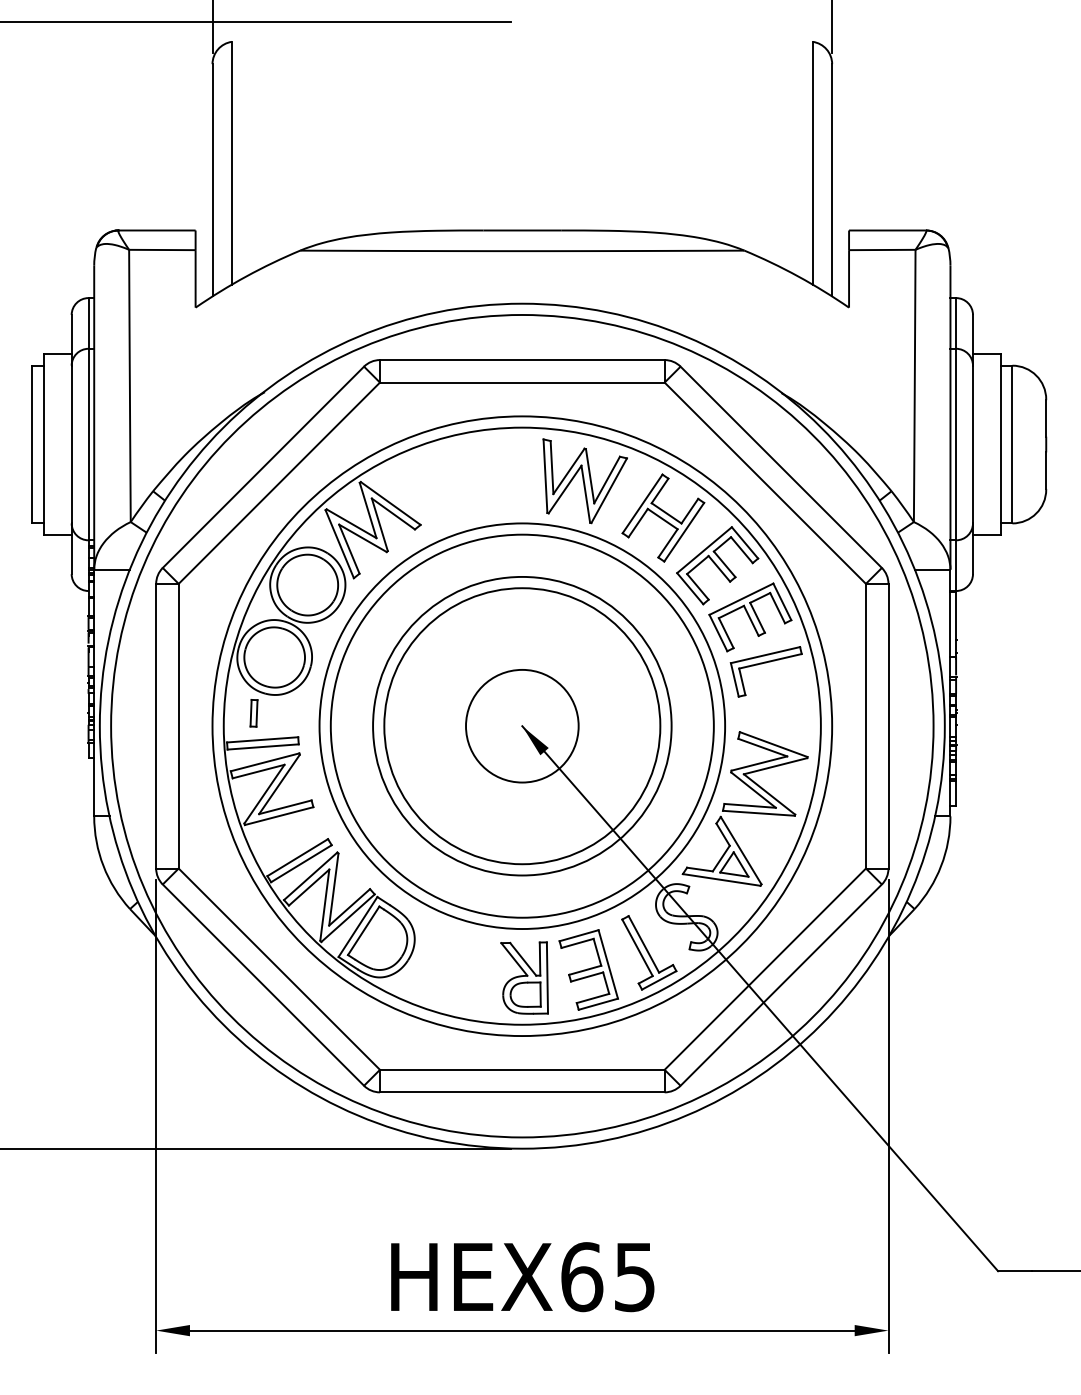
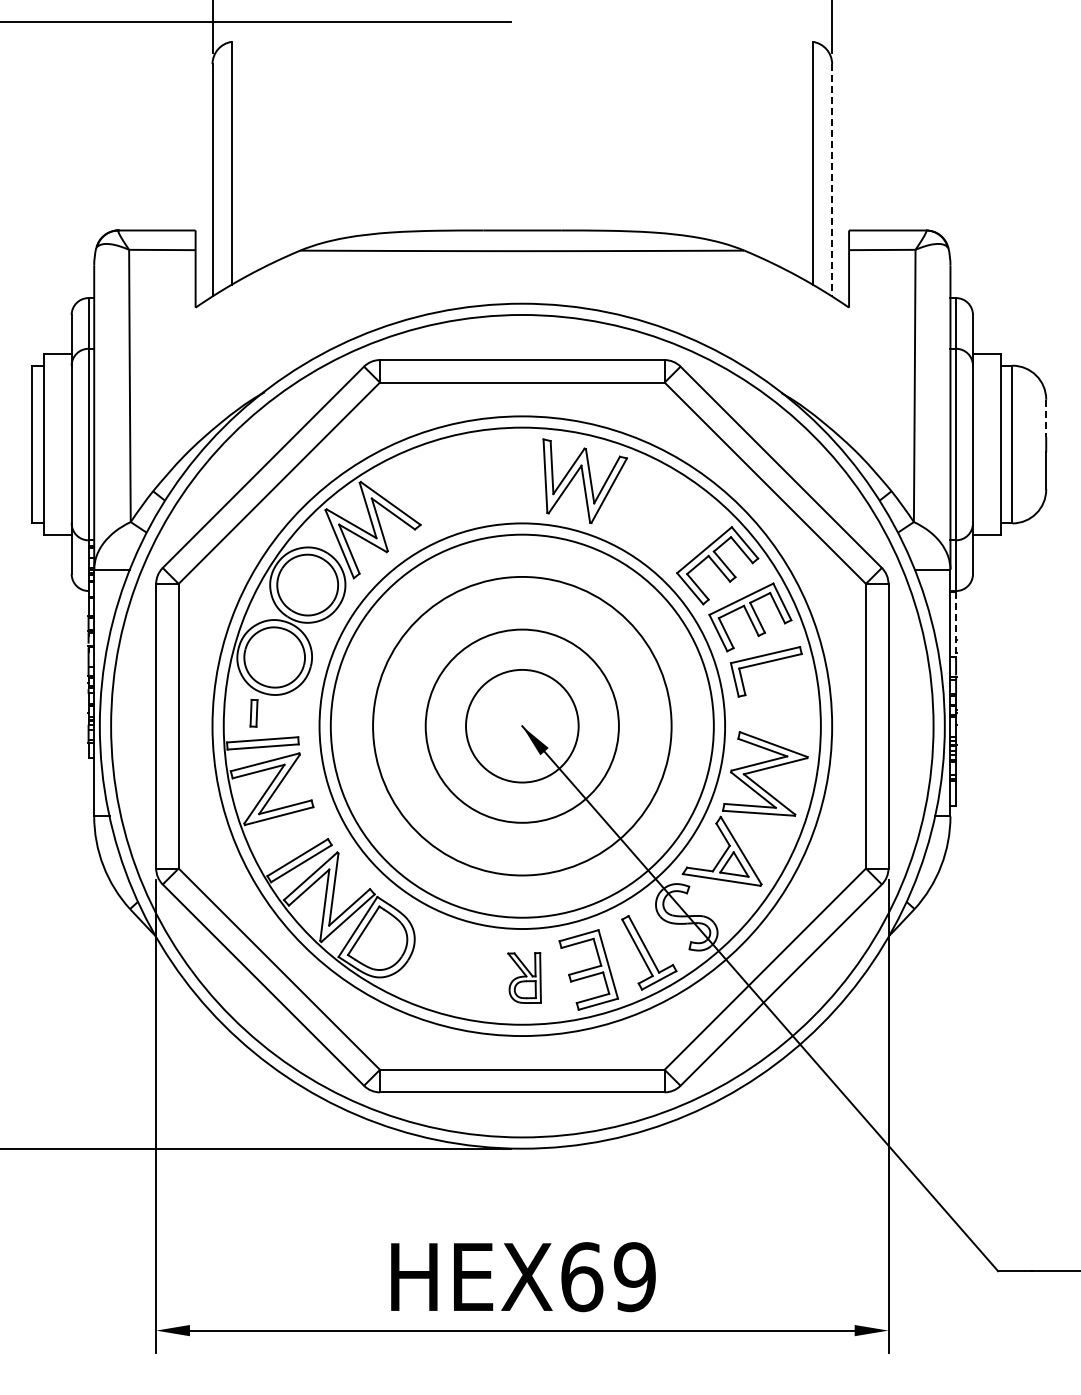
line at (832, 180): solid -> dashed
line at (1046, 418): solid -> dashed
part at (663, 517): present -> none
line at (956, 625): solid -> dashed
circle at (522, 726) diameter: 276 px -> 193 px
part at (524, 977) size: 49x74 px -> 35x52 px
text at (634, 1276): HEX65 -> HEX69
